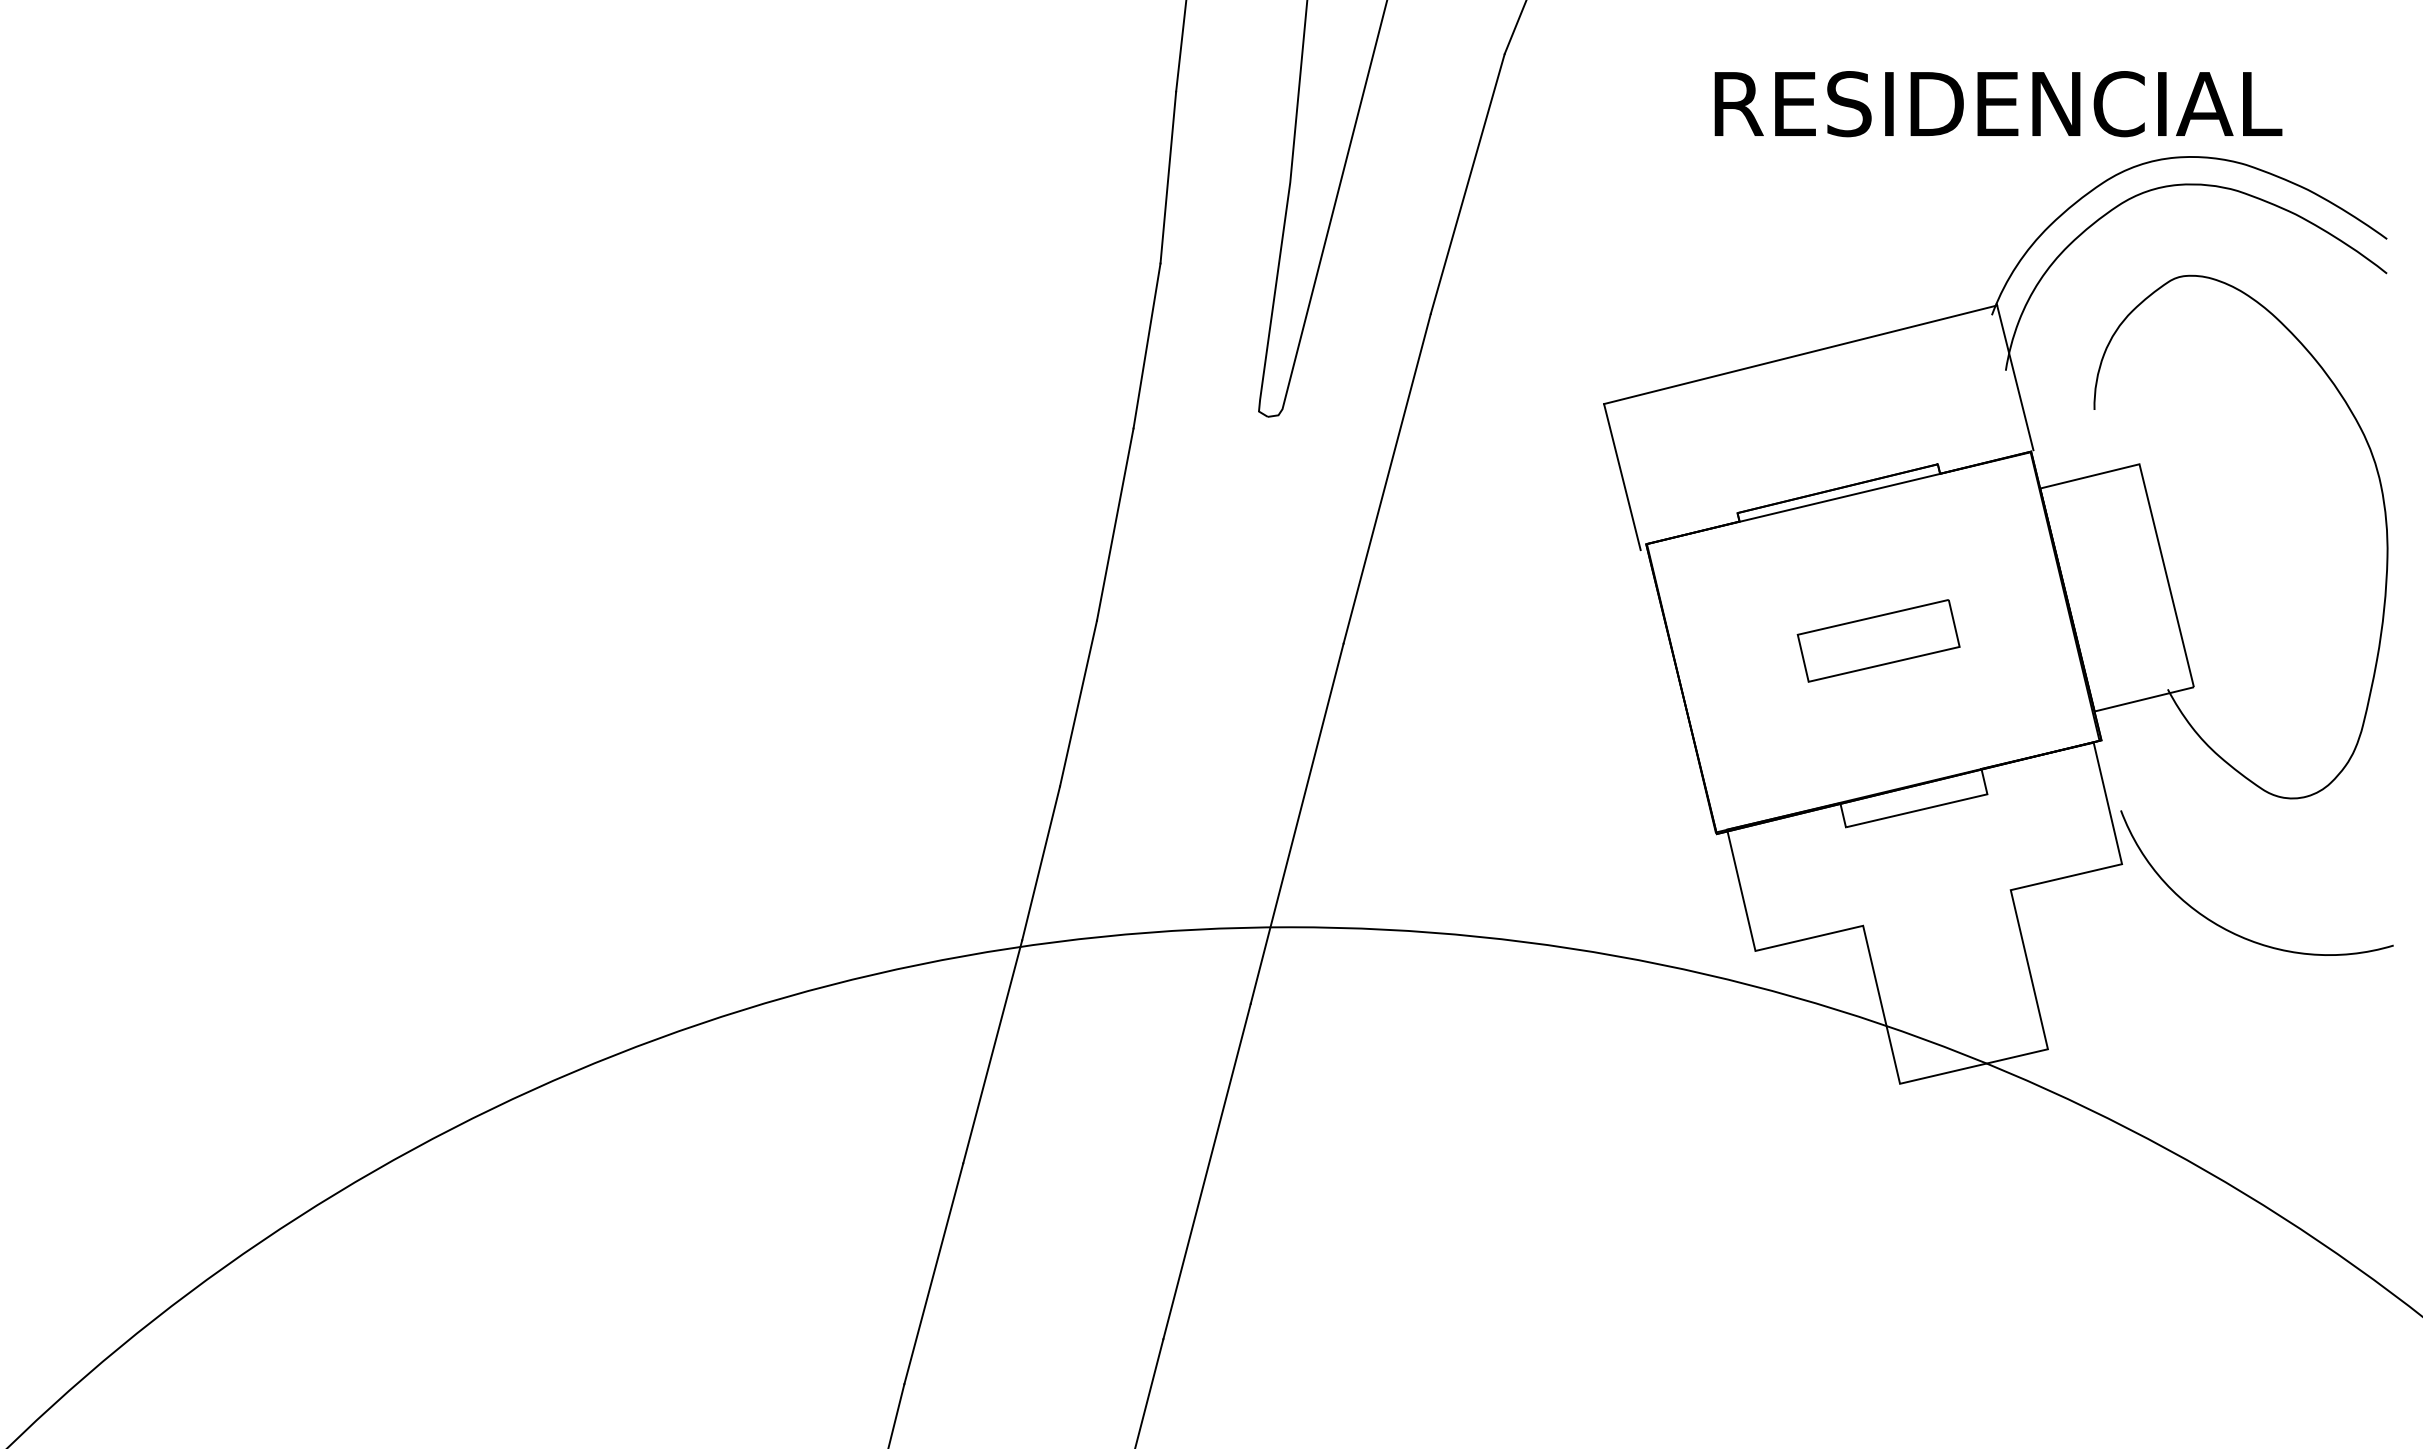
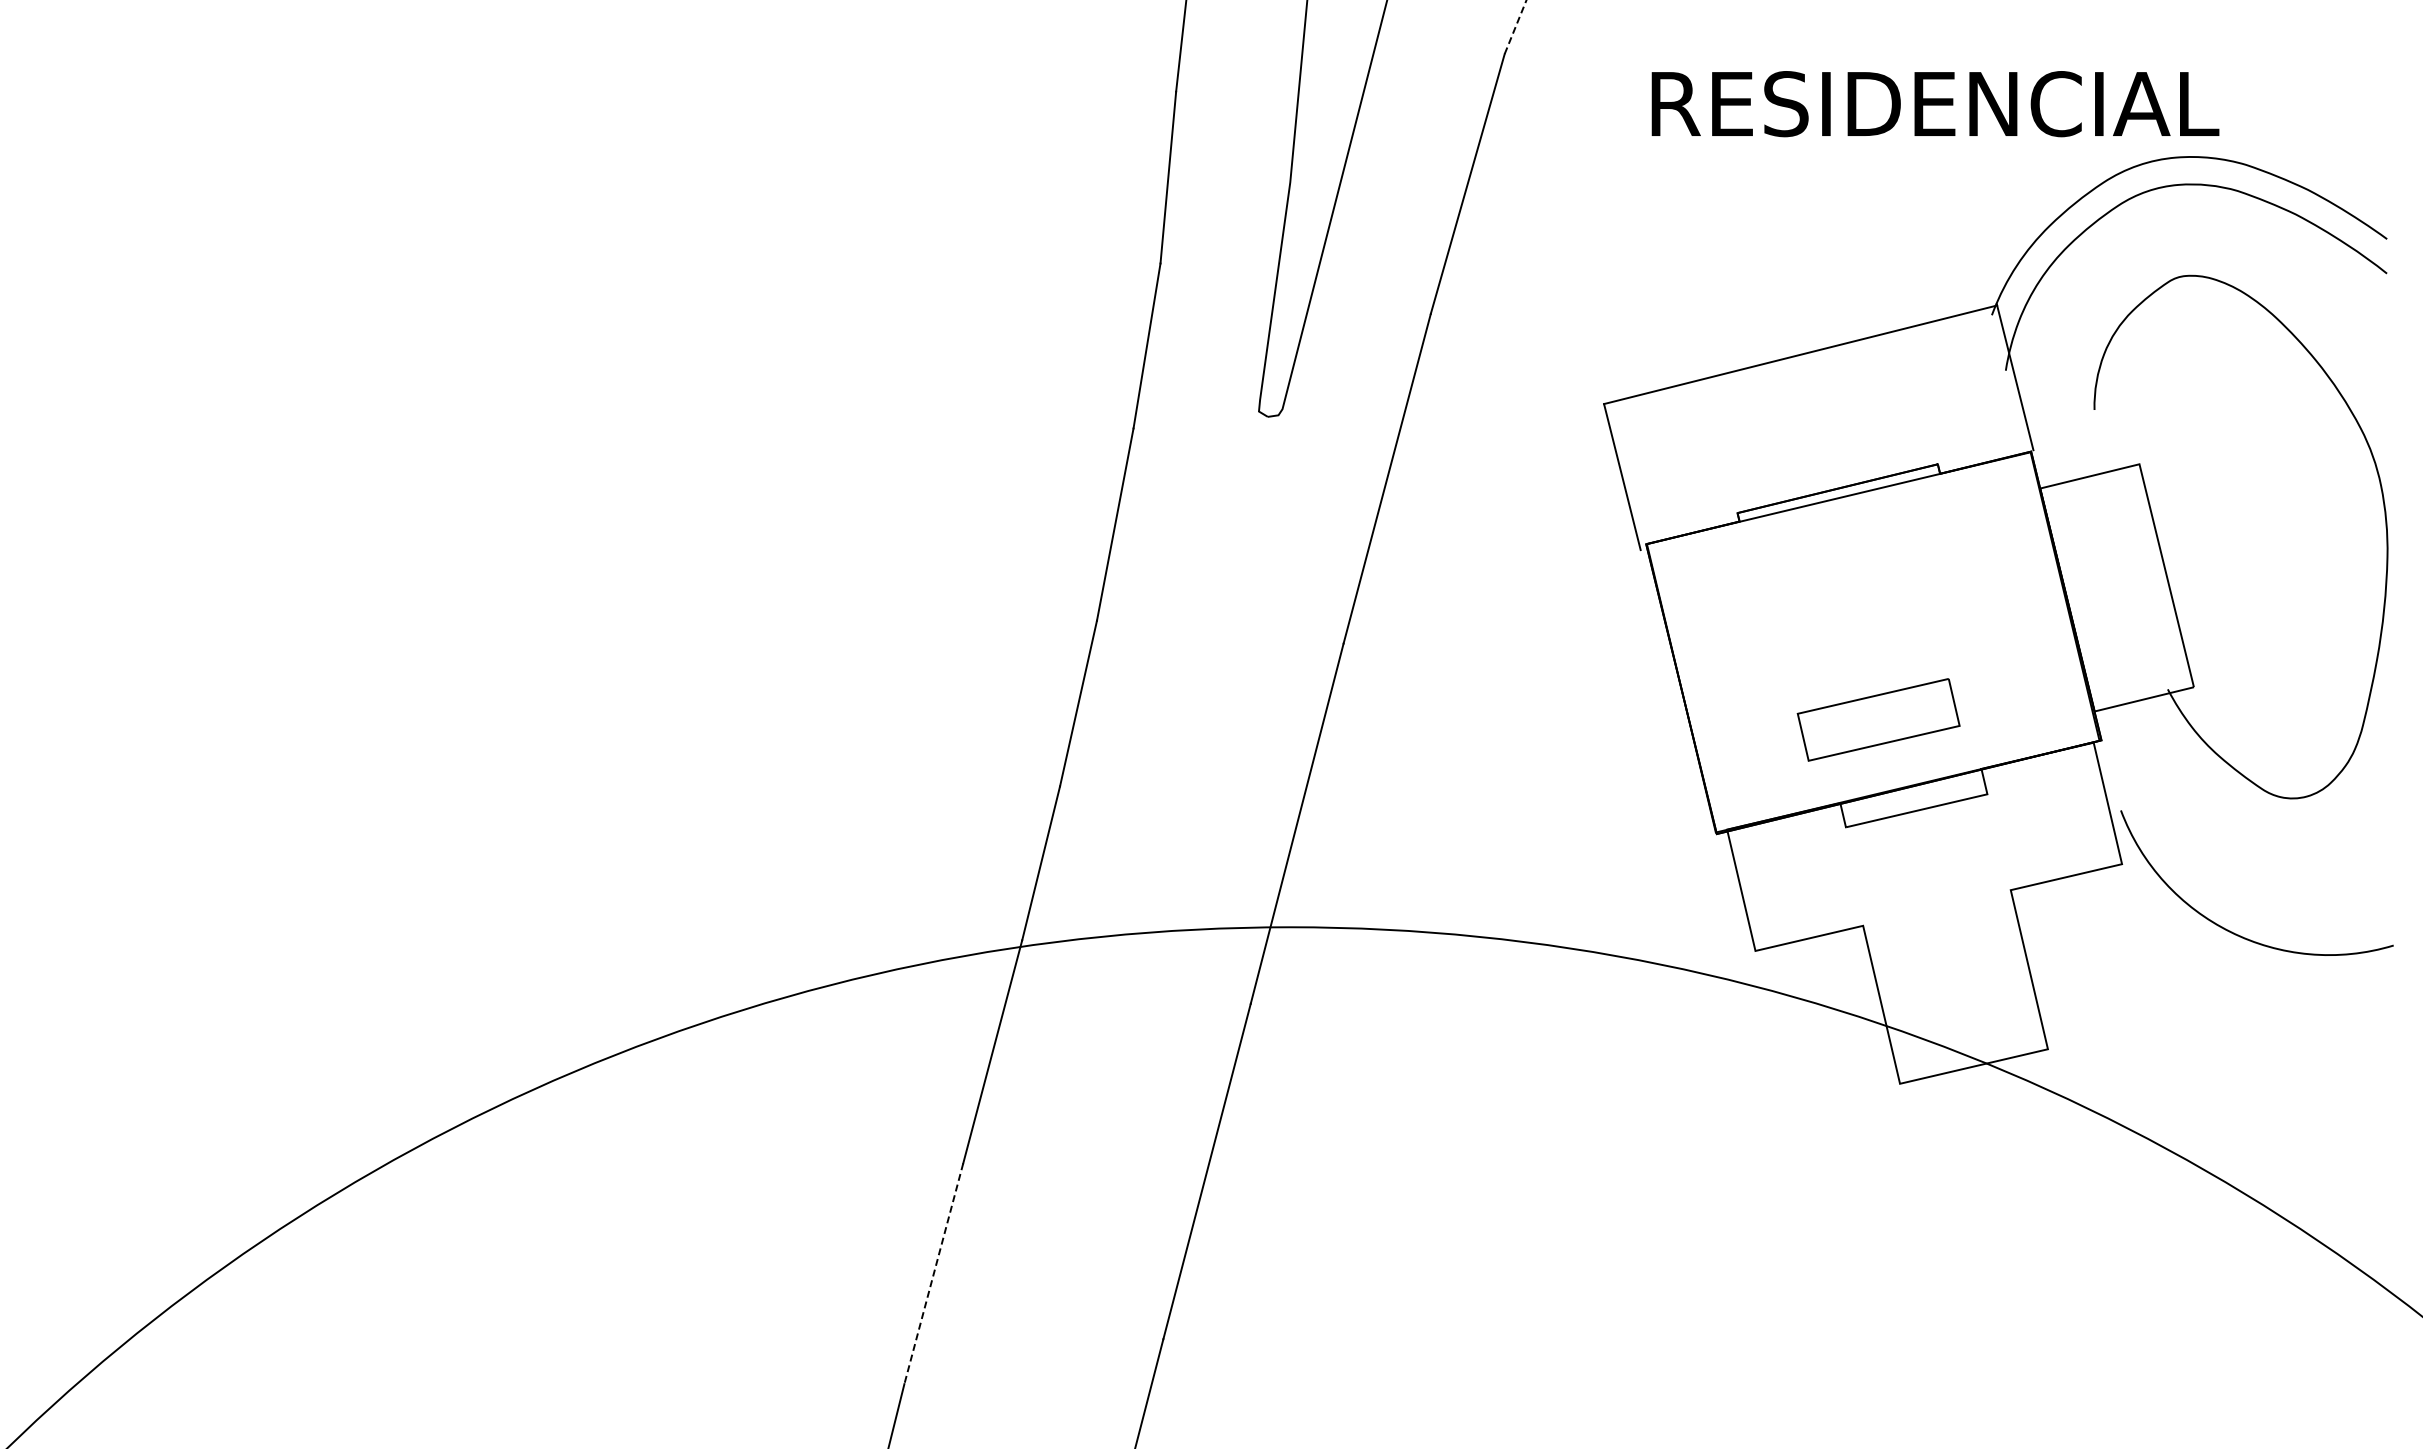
line at (1515, 27): solid -> dashed
text at (1998, 104) position: (1998, 104) -> (1935, 104)
part at (1878, 640) position: (1878, 640) -> (1878, 719)
line at (933, 1274): solid -> dashed
